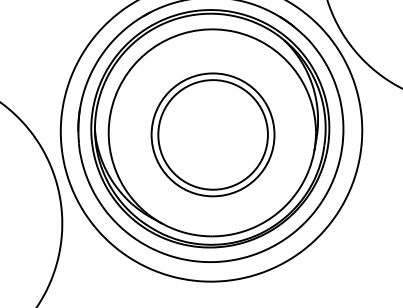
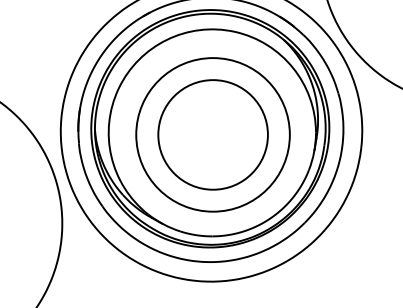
circle at (212, 134) diameter: 123 px -> 154 px
